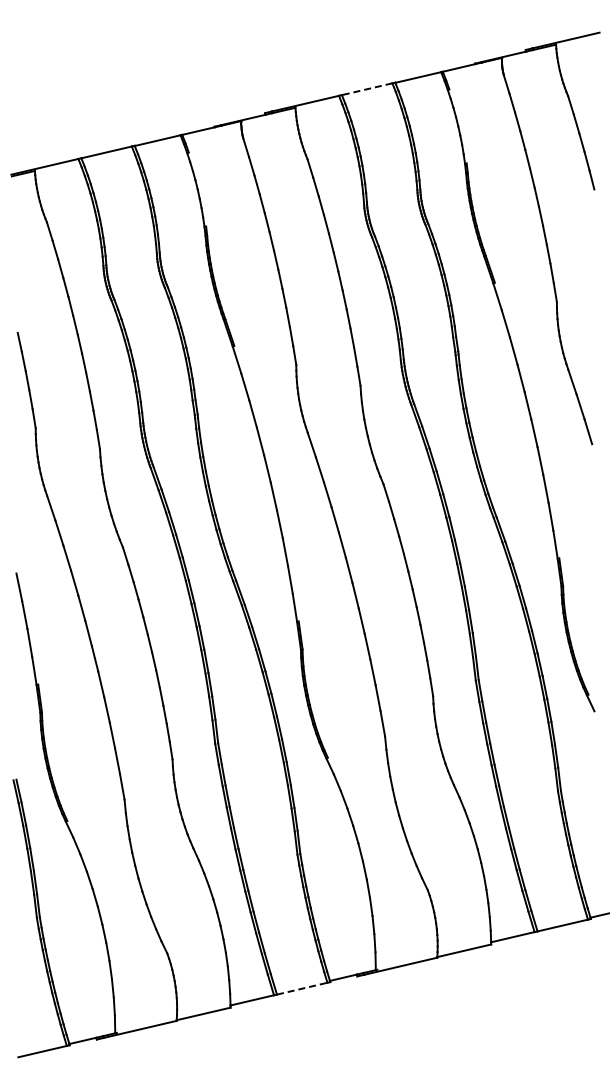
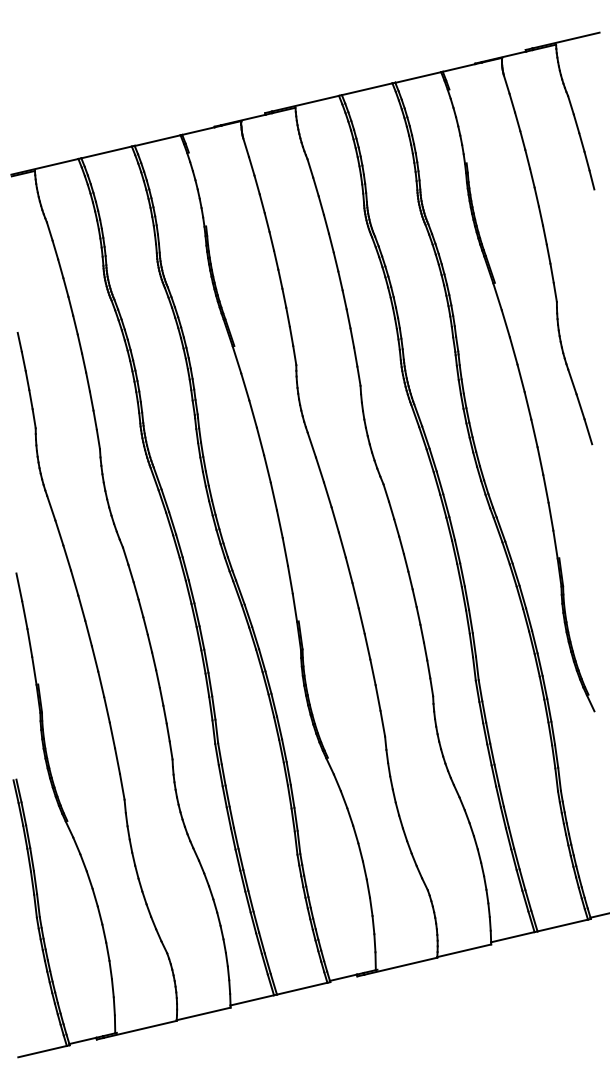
line at (367, 89): dashed -> solid
line at (302, 988): dashed -> solid
